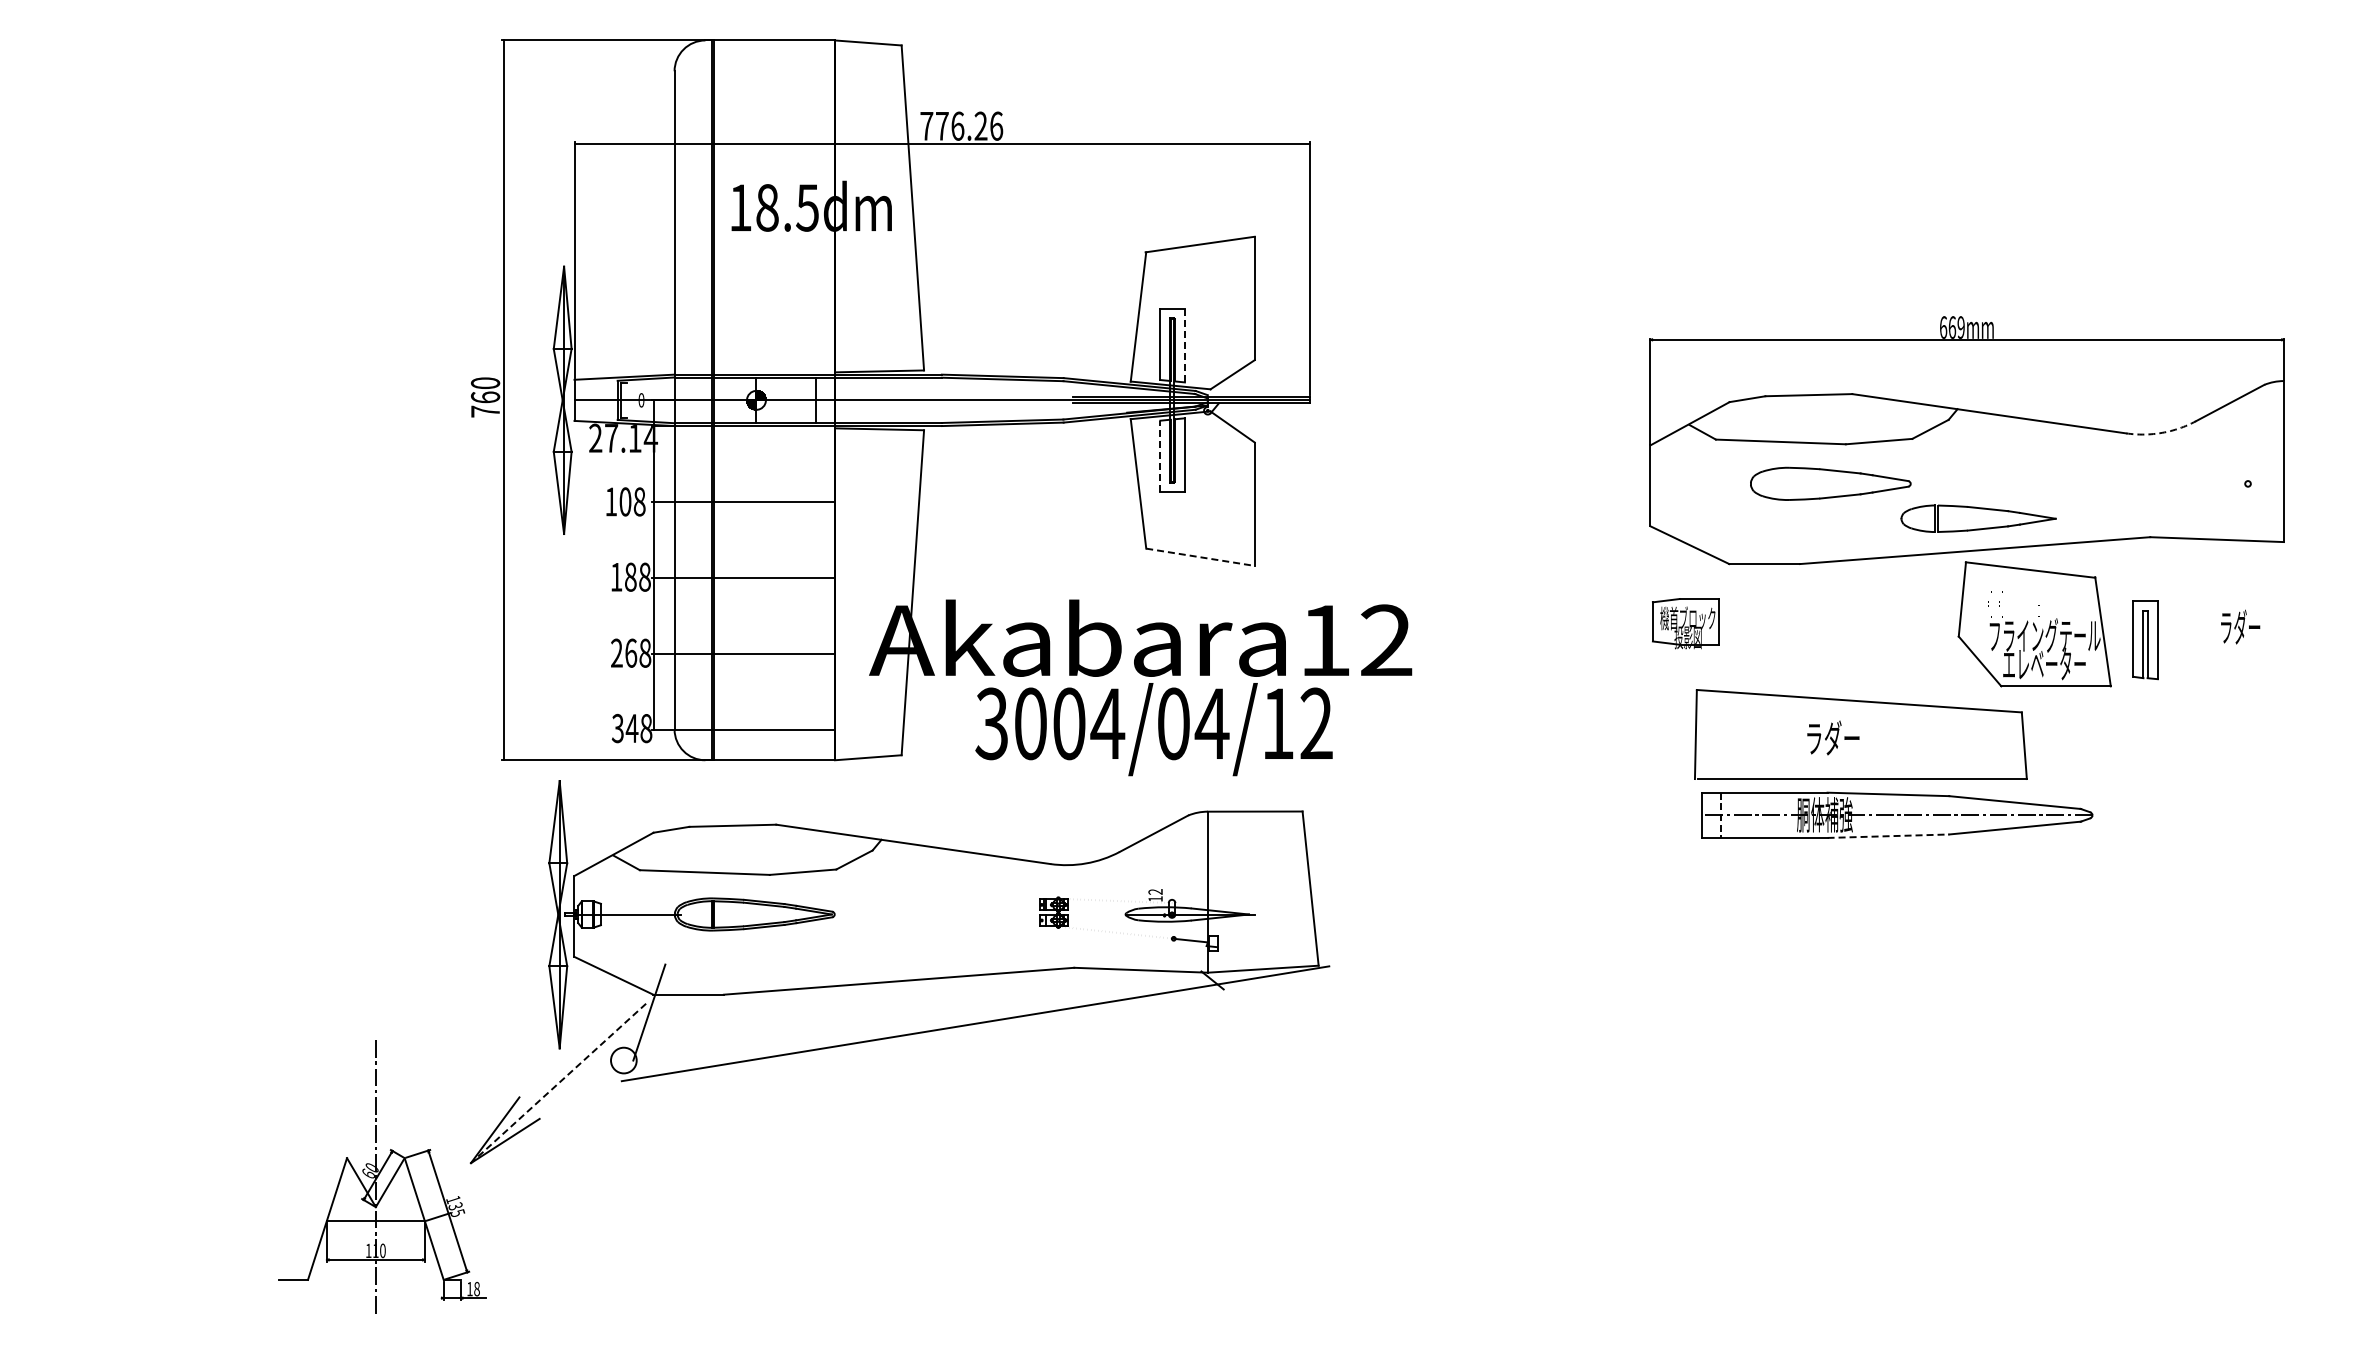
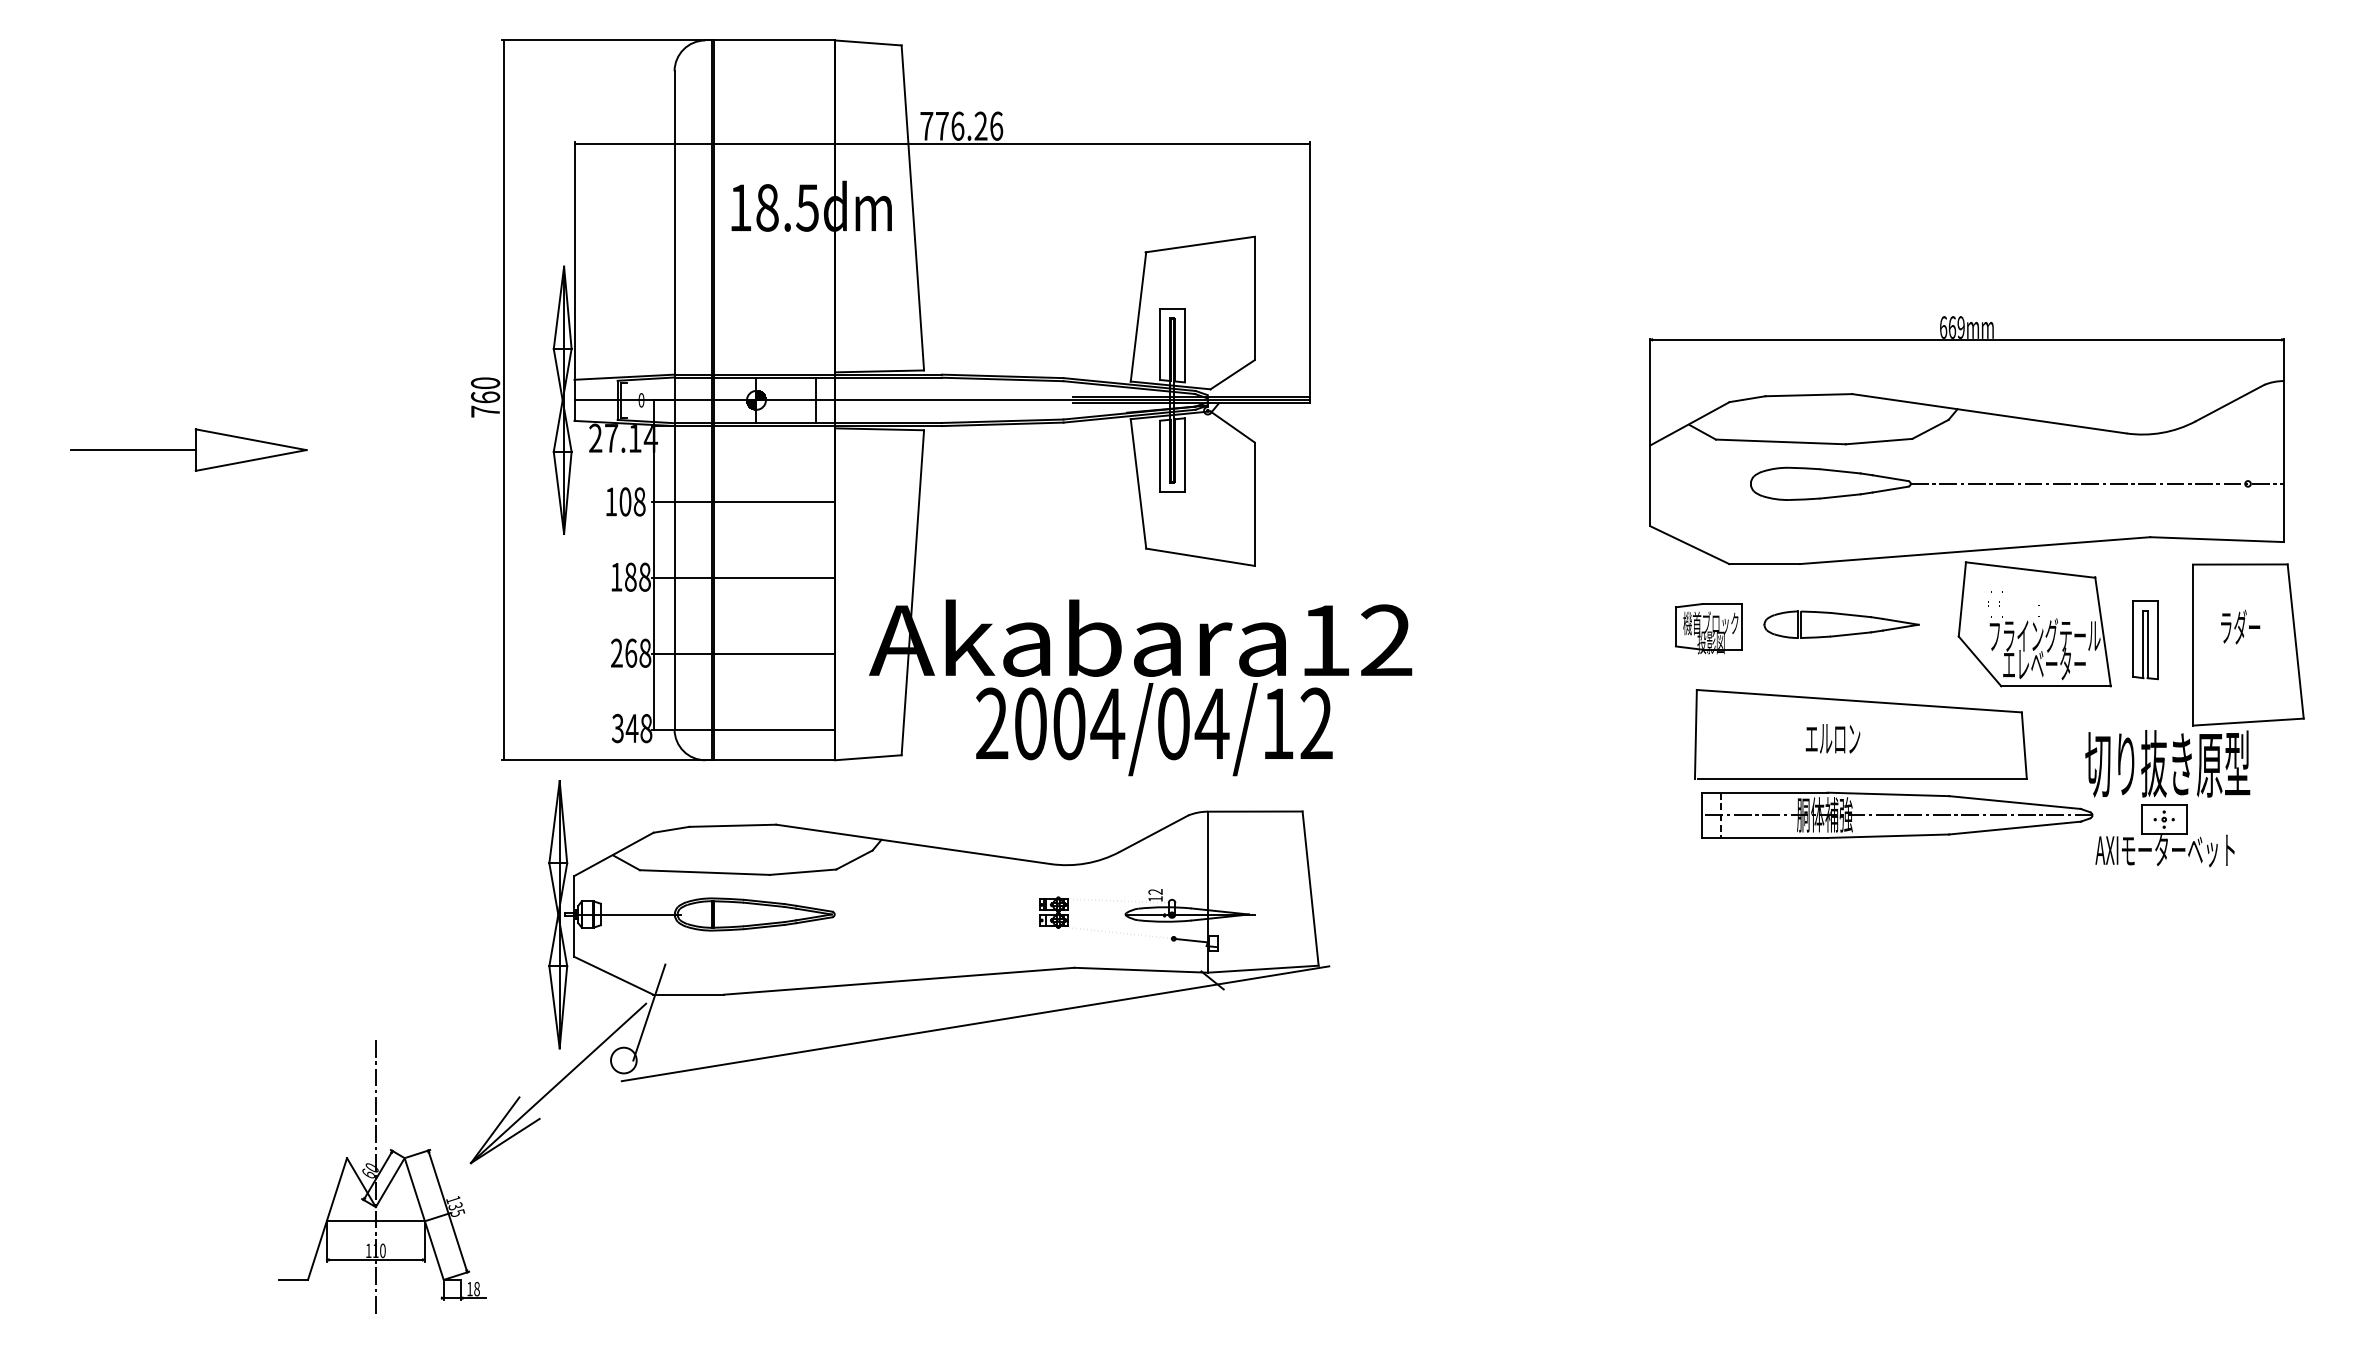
line at (1184, 345): dashed -> solid
arc at (2162, 432): dashed -> solid
part at (188, 449): none -> present
line at (1160, 456): dashed -> solid
line at (2096, 483): none -> present
part at (1978, 518) position: (1978, 518) -> (1841, 624)
line at (1200, 557): dashed -> solid
part at (1685, 623) position: (1685, 623) -> (1708, 628)
part at (2194, 715): none -> present
text at (991, 724): 3004/04/12 -> 2004/04/12
text at (1832, 737): ラダー -> エルロン
line at (1888, 836): dashed -> solid
line at (558, 1083): dashed -> solid
